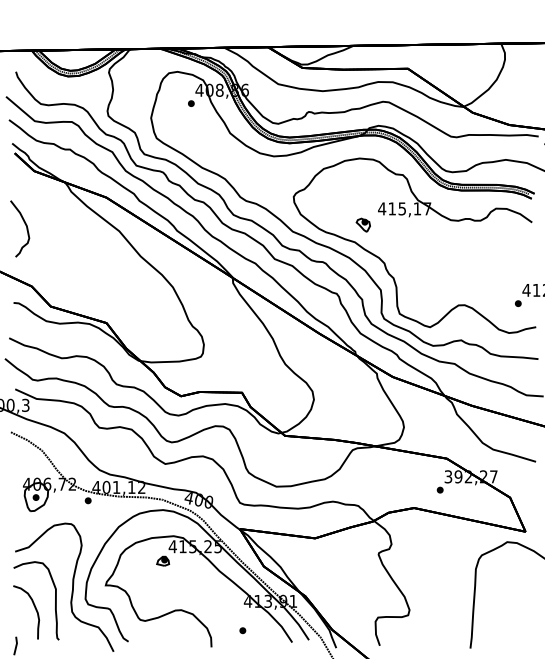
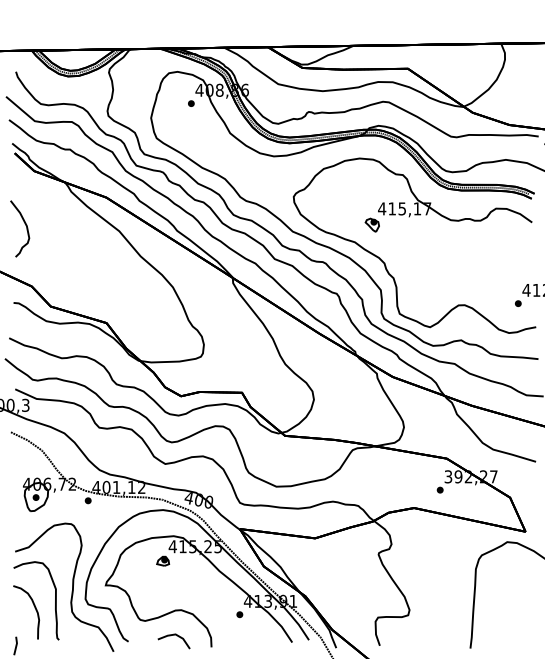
part at (362, 224) position: (362, 224) -> (371, 224)
part at (242, 630) position: (242, 630) -> (239, 614)
line at (170, 636): none -> present
